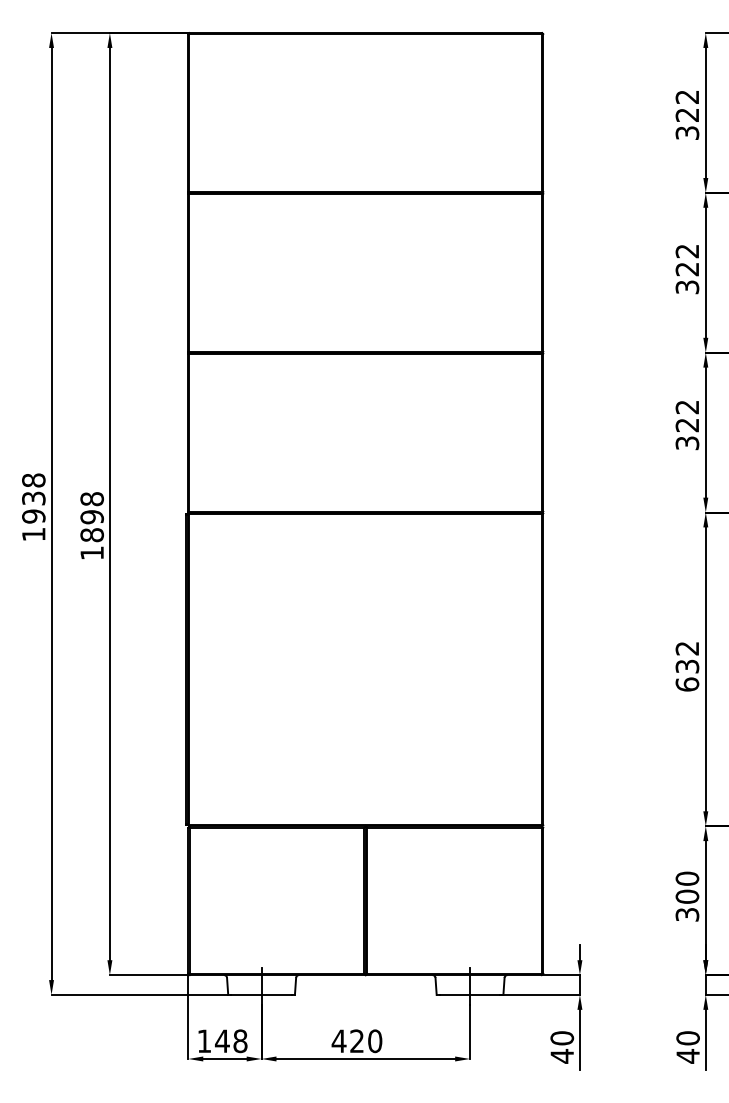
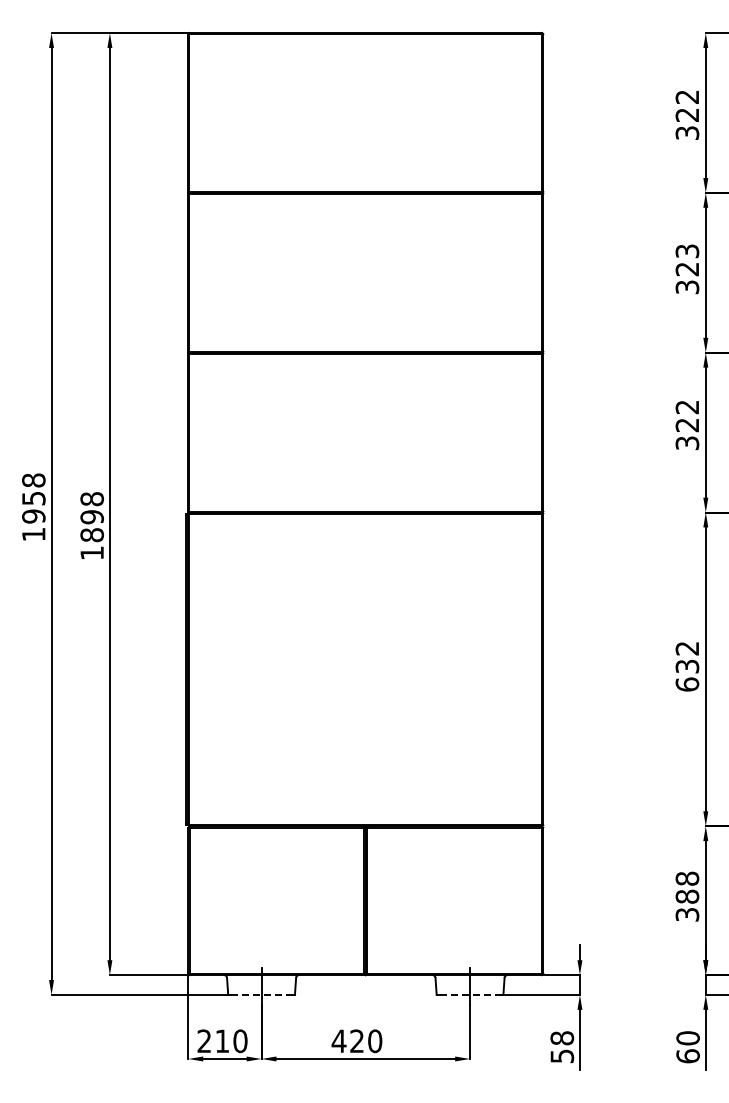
text at (687, 251): 322 -> 323
text at (33, 497): 1938 -> 1958
text at (687, 887): 300 -> 388
line at (262, 994): solid -> dashed
line at (470, 994): solid -> dashed
text at (222, 1040): 148 -> 210
text at (562, 1047): 40 -> 58
text at (687, 1056): 40 -> 60
